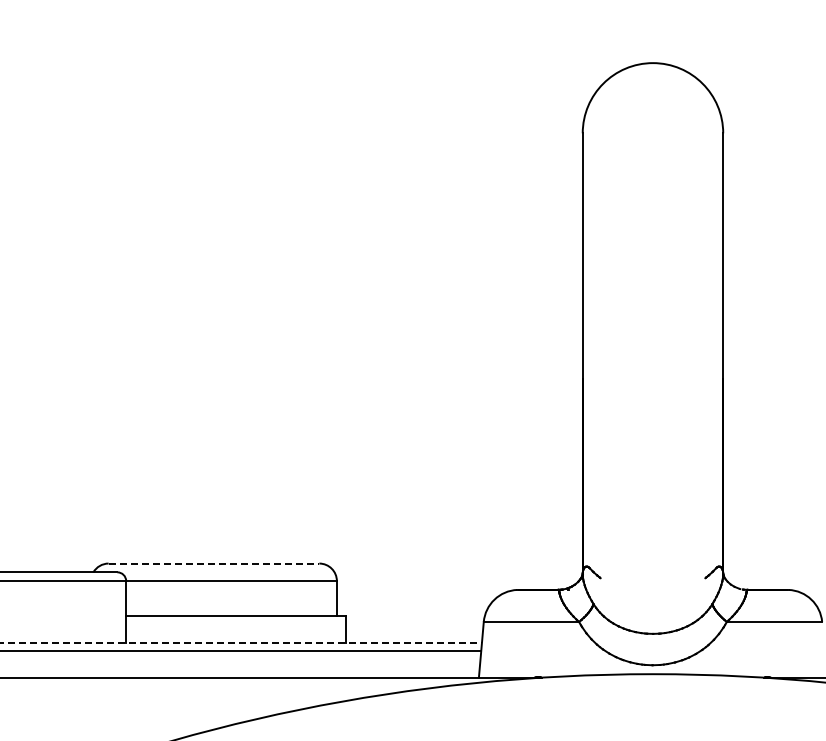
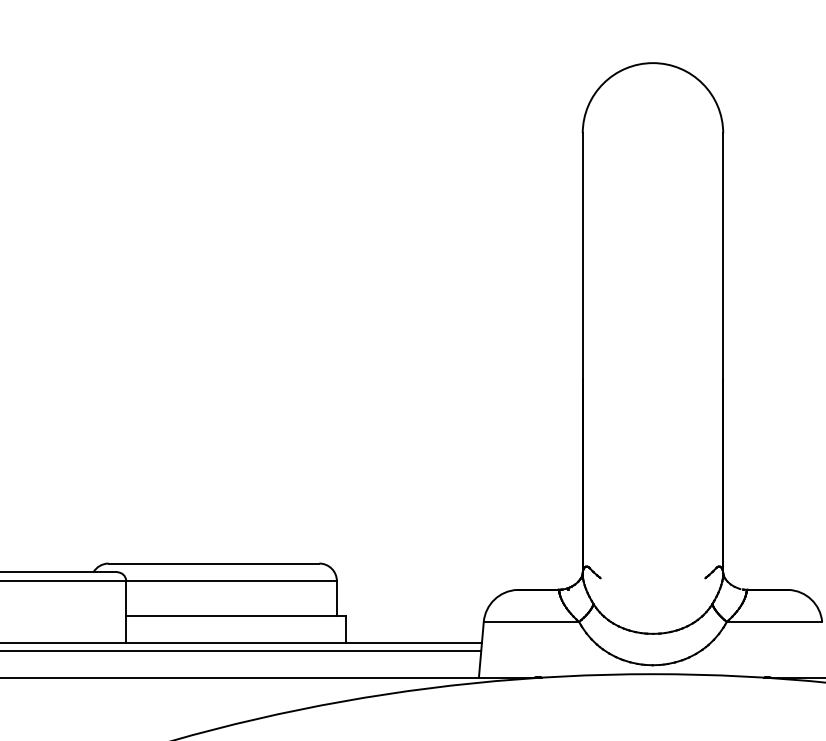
line at (214, 563): dashed -> solid
line at (241, 642): dashed -> solid
